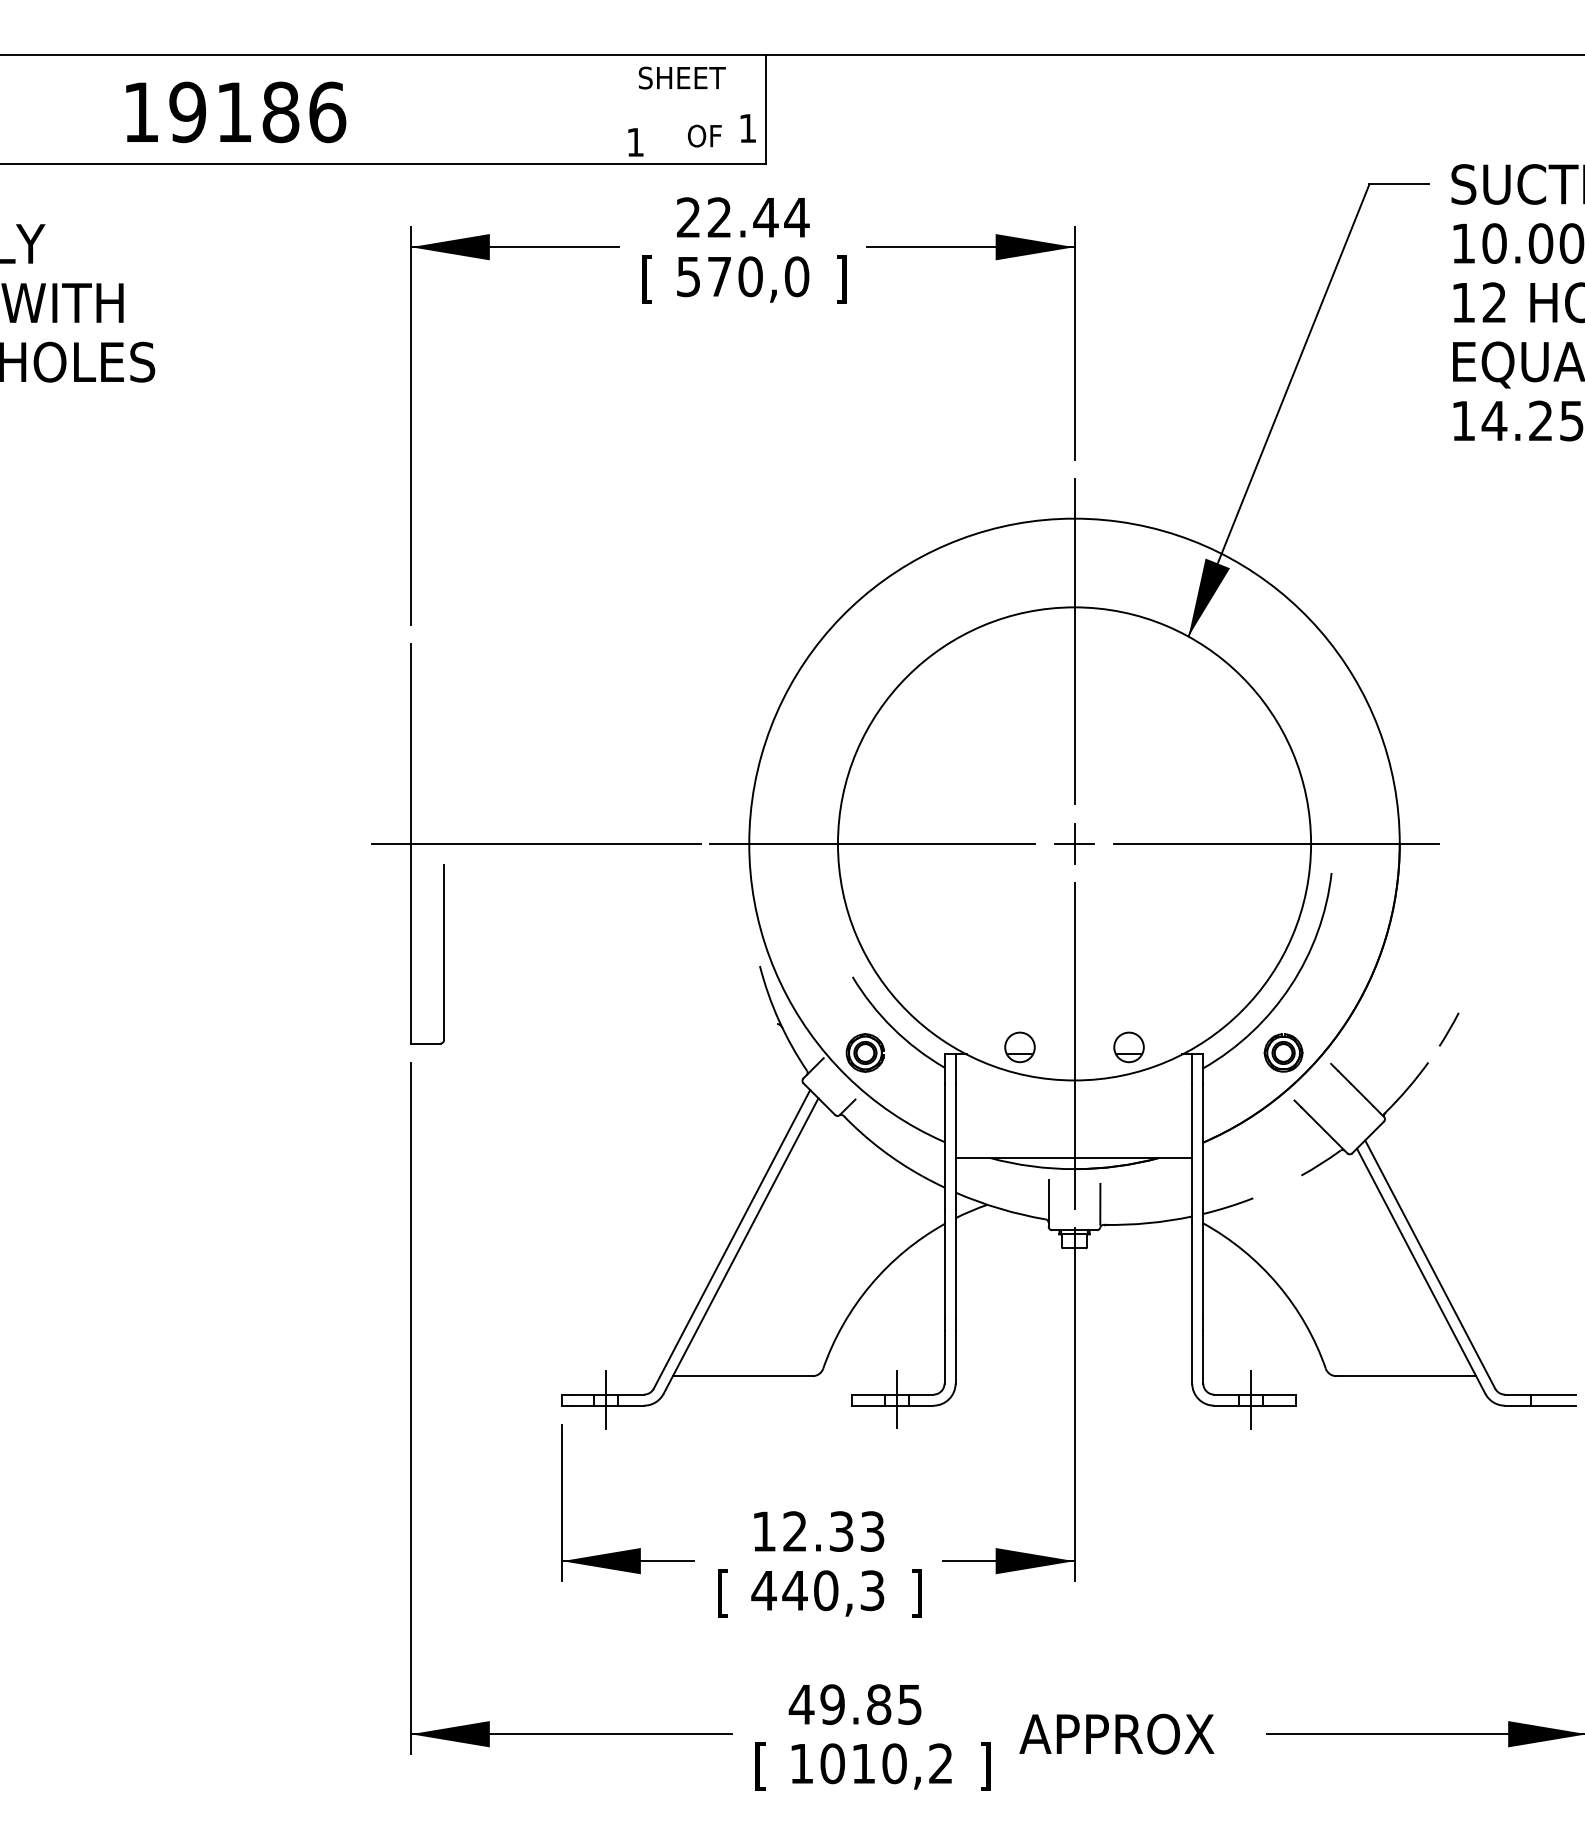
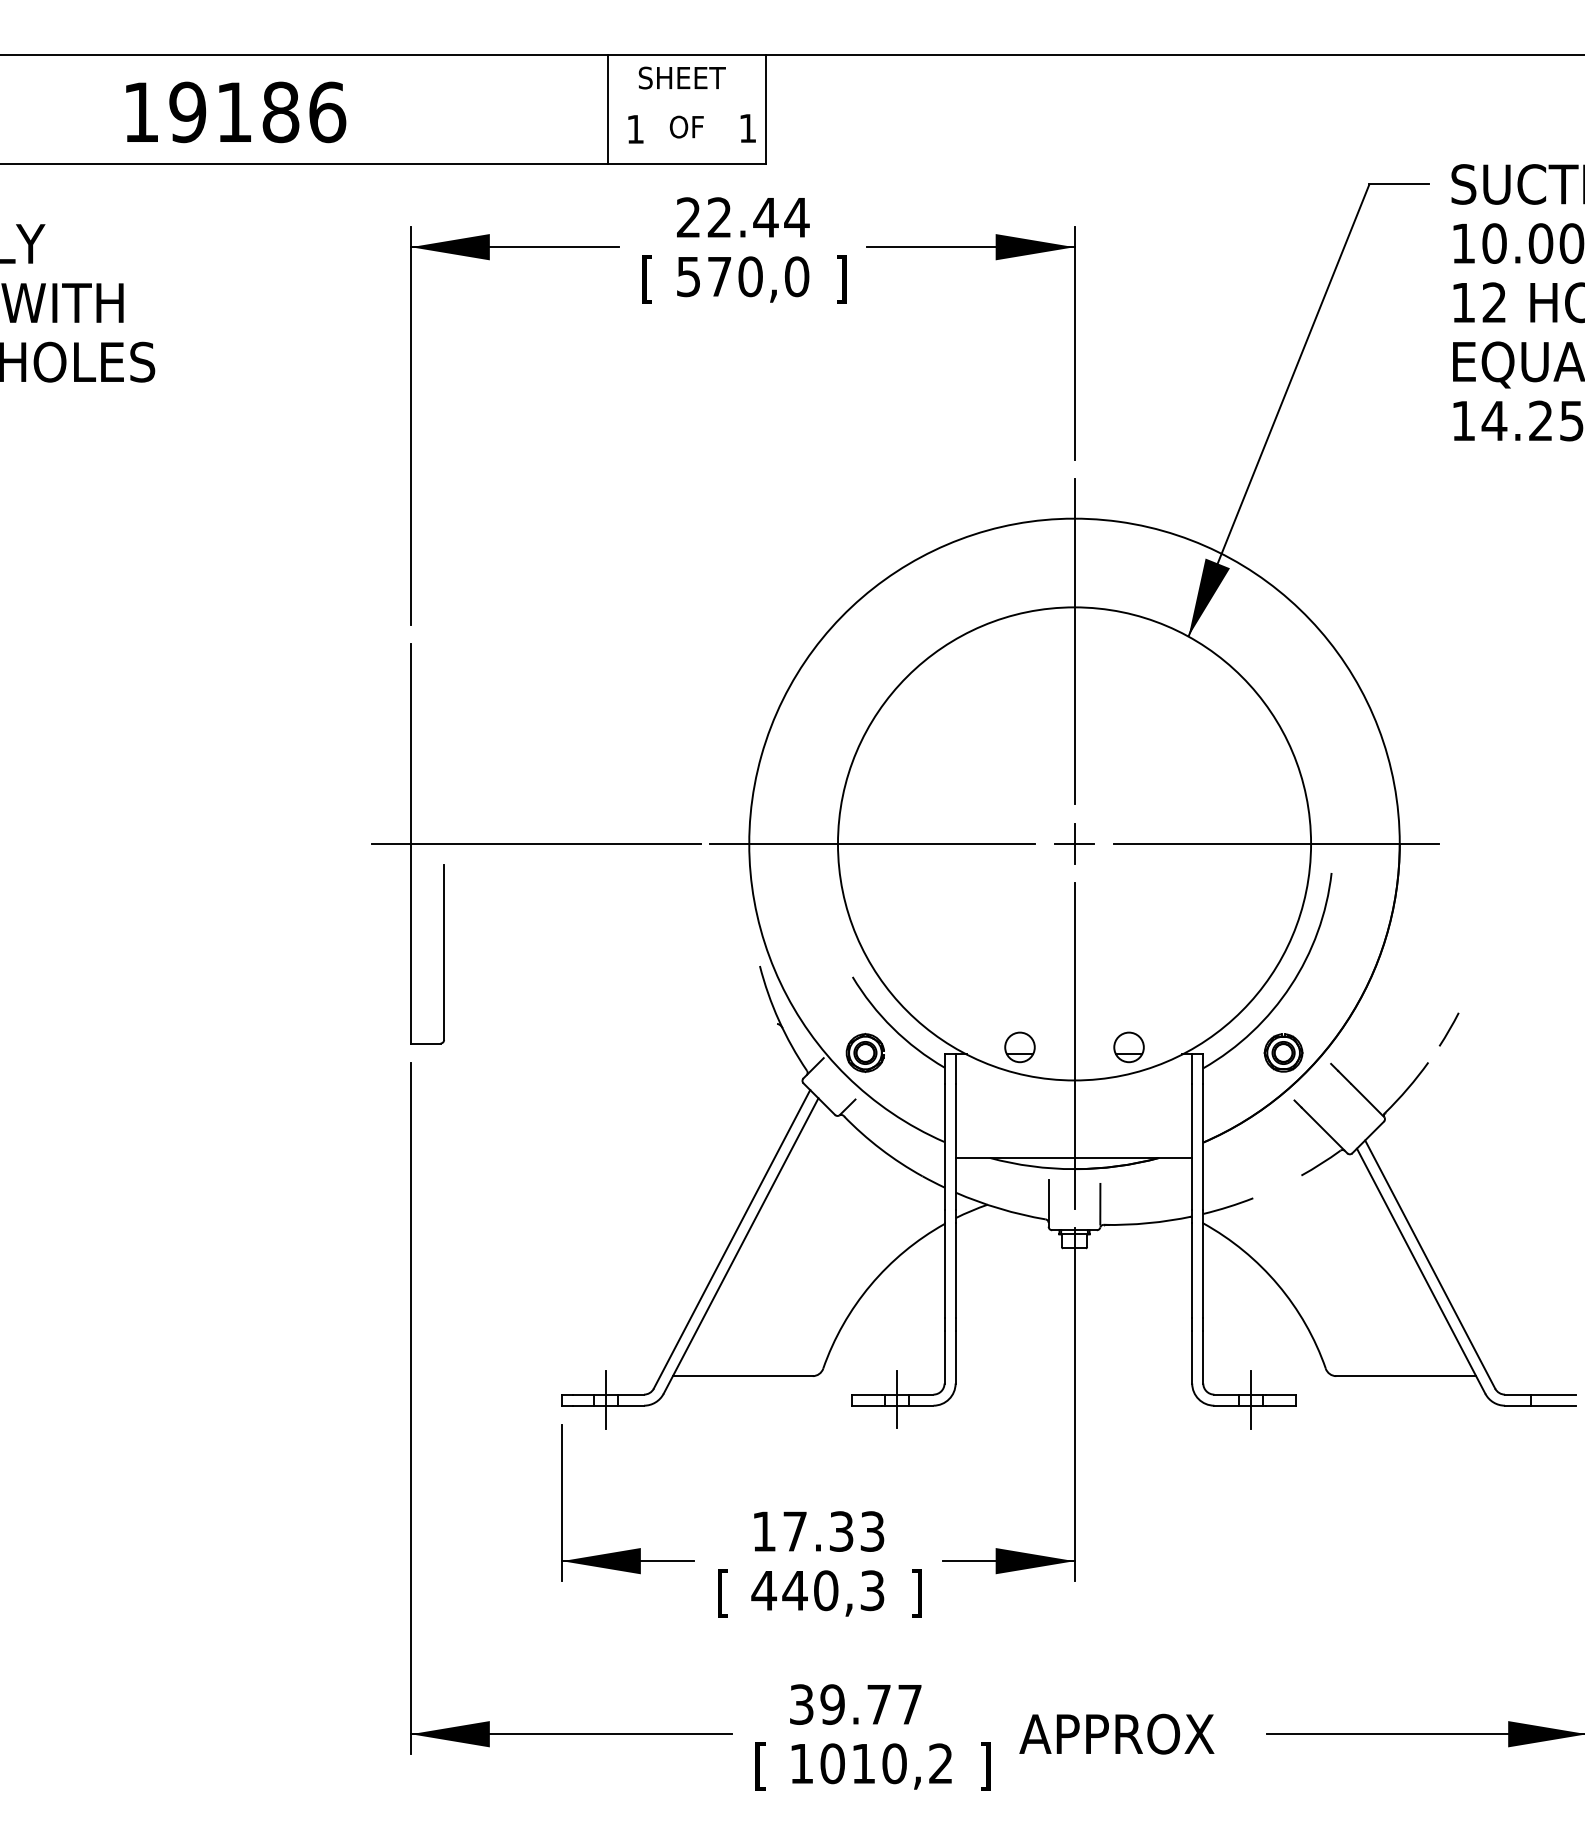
line at (608, 109): none -> present
text at (704, 135) position: (704, 135) -> (686, 126)
text at (635, 142) position: (635, 142) -> (635, 129)
text at (794, 1531): 12.33 -> 17.33
text at (854, 1704): 49.85 -> 39.77
